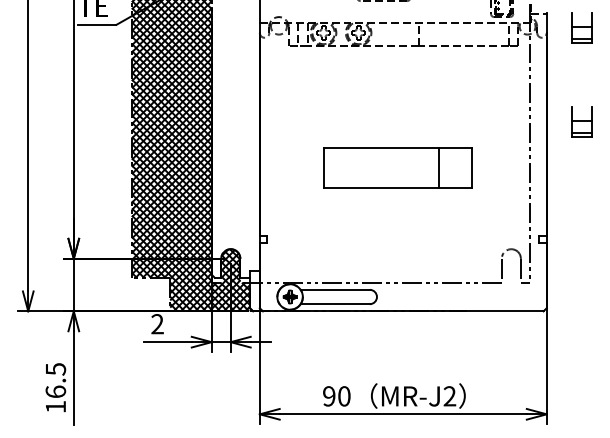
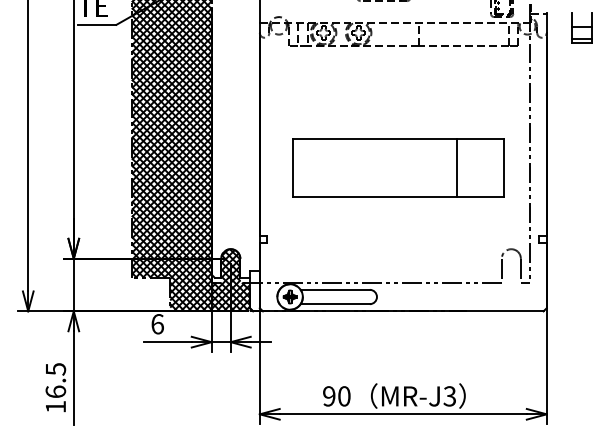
part at (581, 121): present -> none
part at (397, 167) size: 150x42 px -> 213x60 px
text at (157, 324): 2 -> 6
text at (449, 396): MR-J2 -> MR-J3
